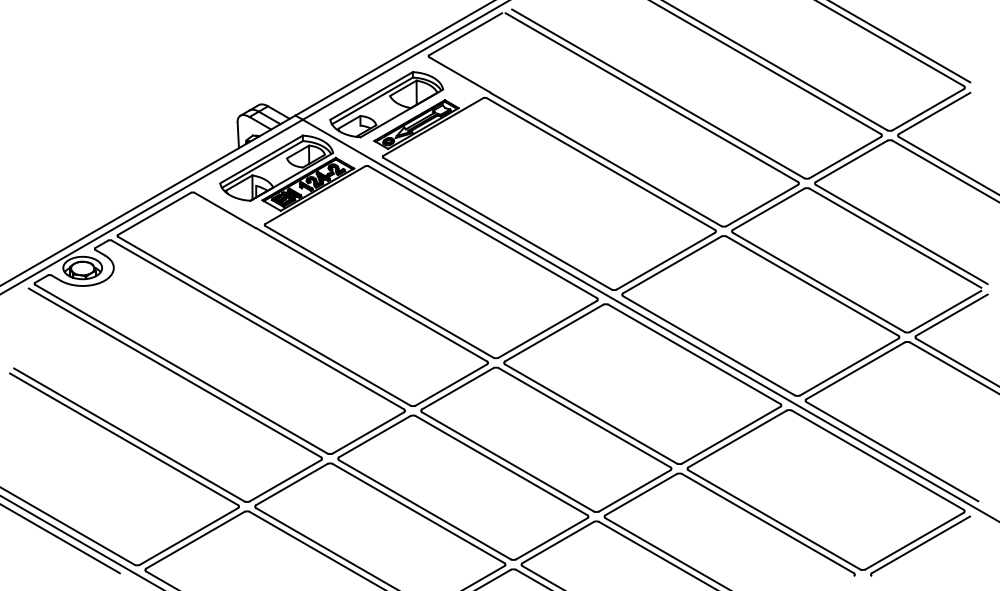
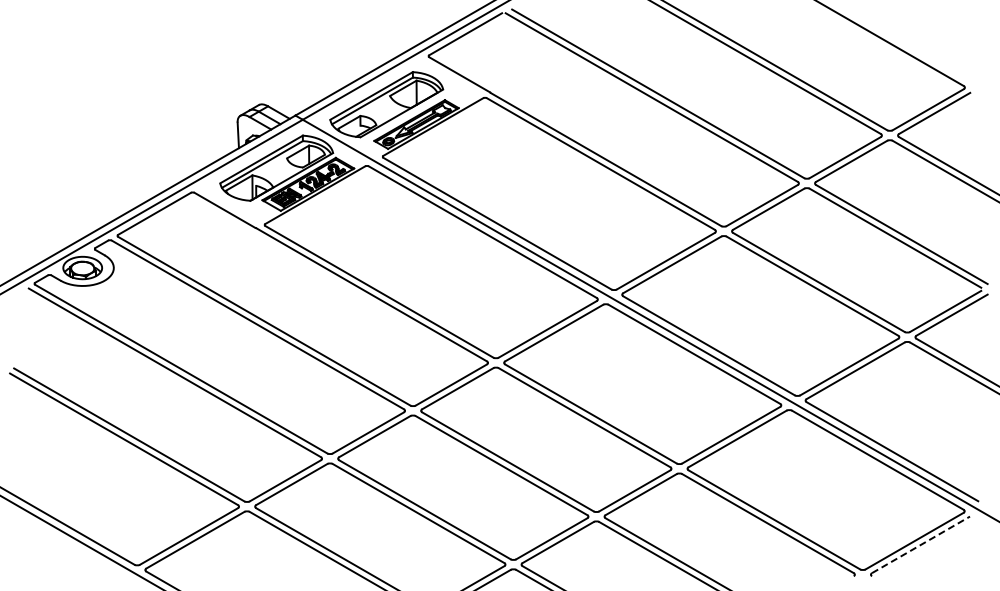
line at (900, 42): present -> none
line at (60, 539): present -> none
line at (921, 544): solid -> dashed
